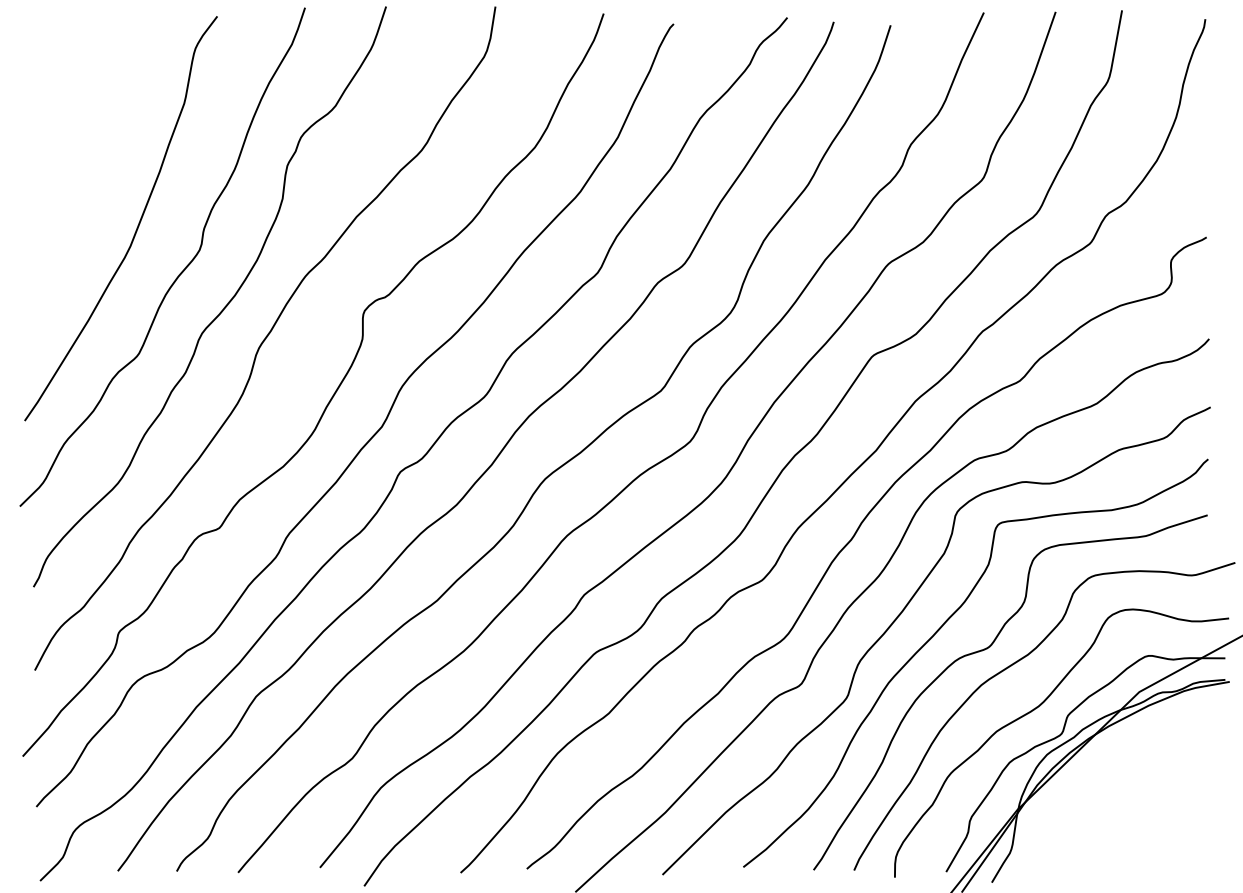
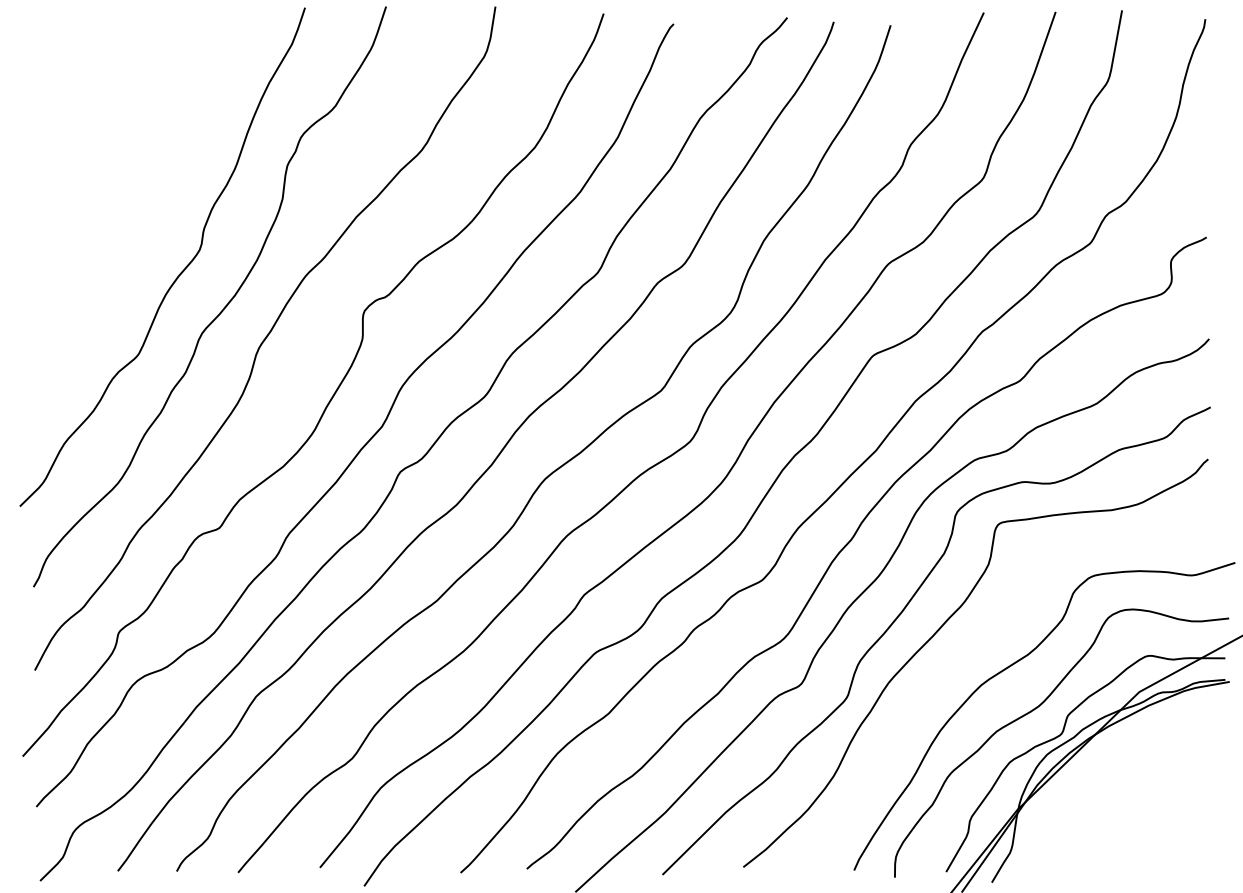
curve at (136, 227): present -> none
curve at (987, 649): present -> none
